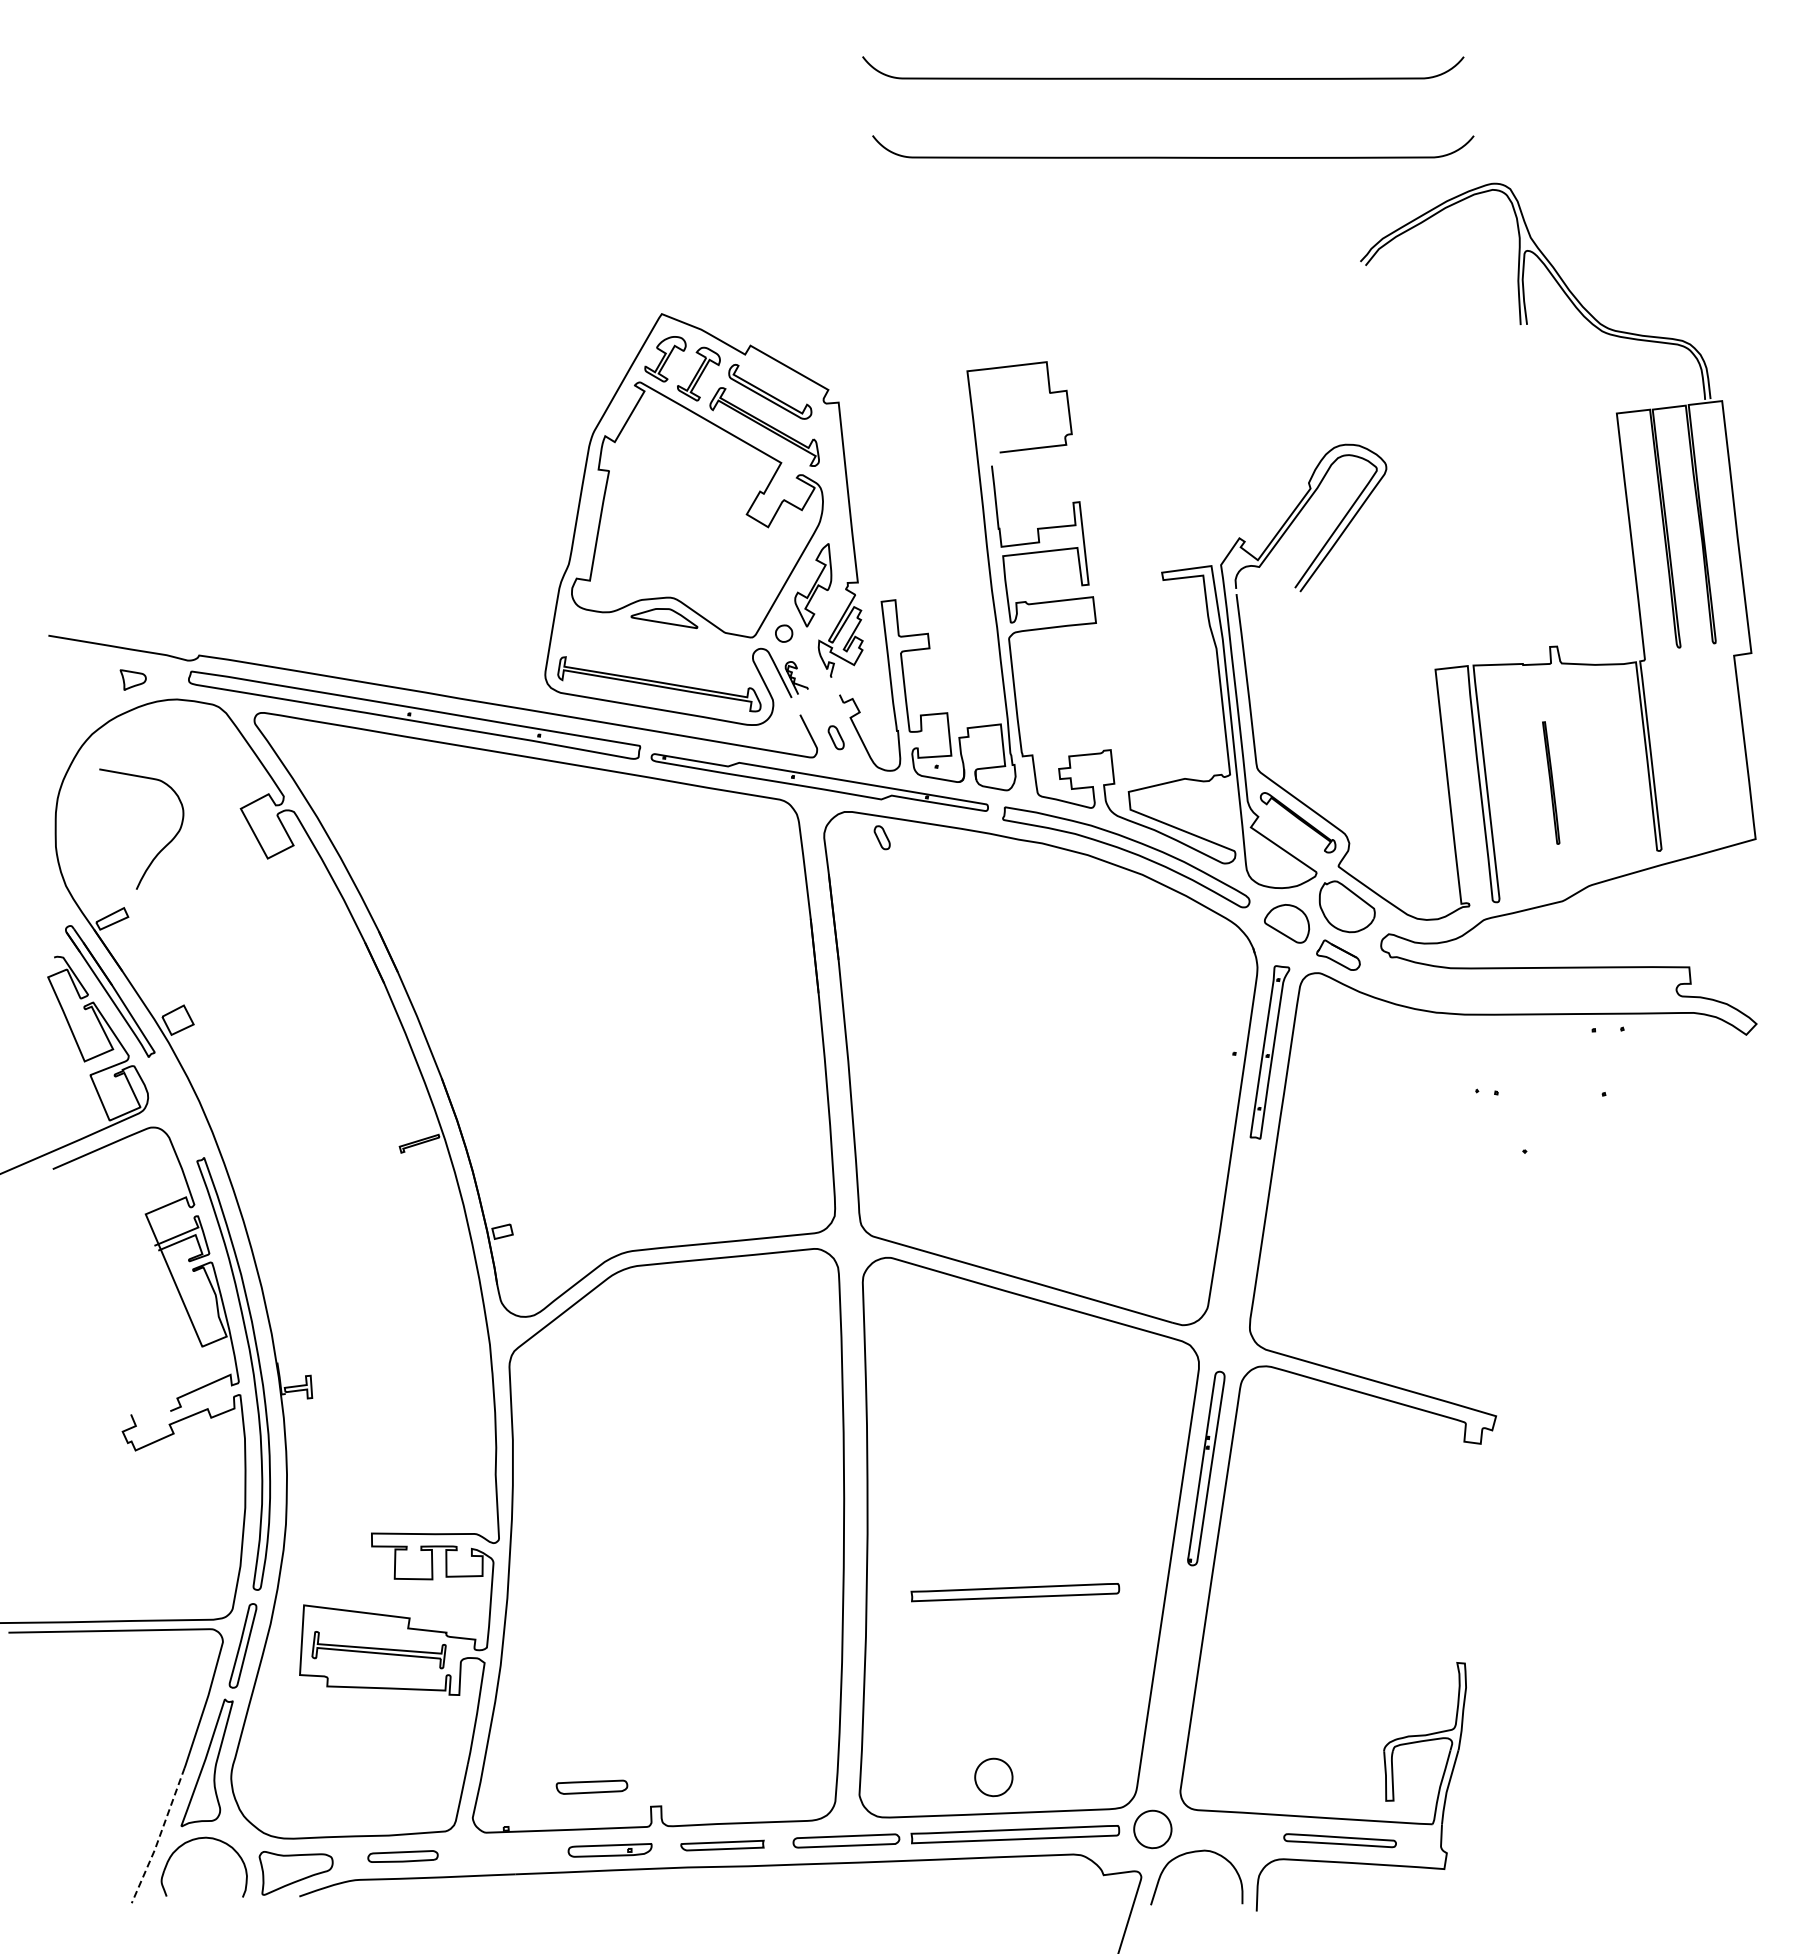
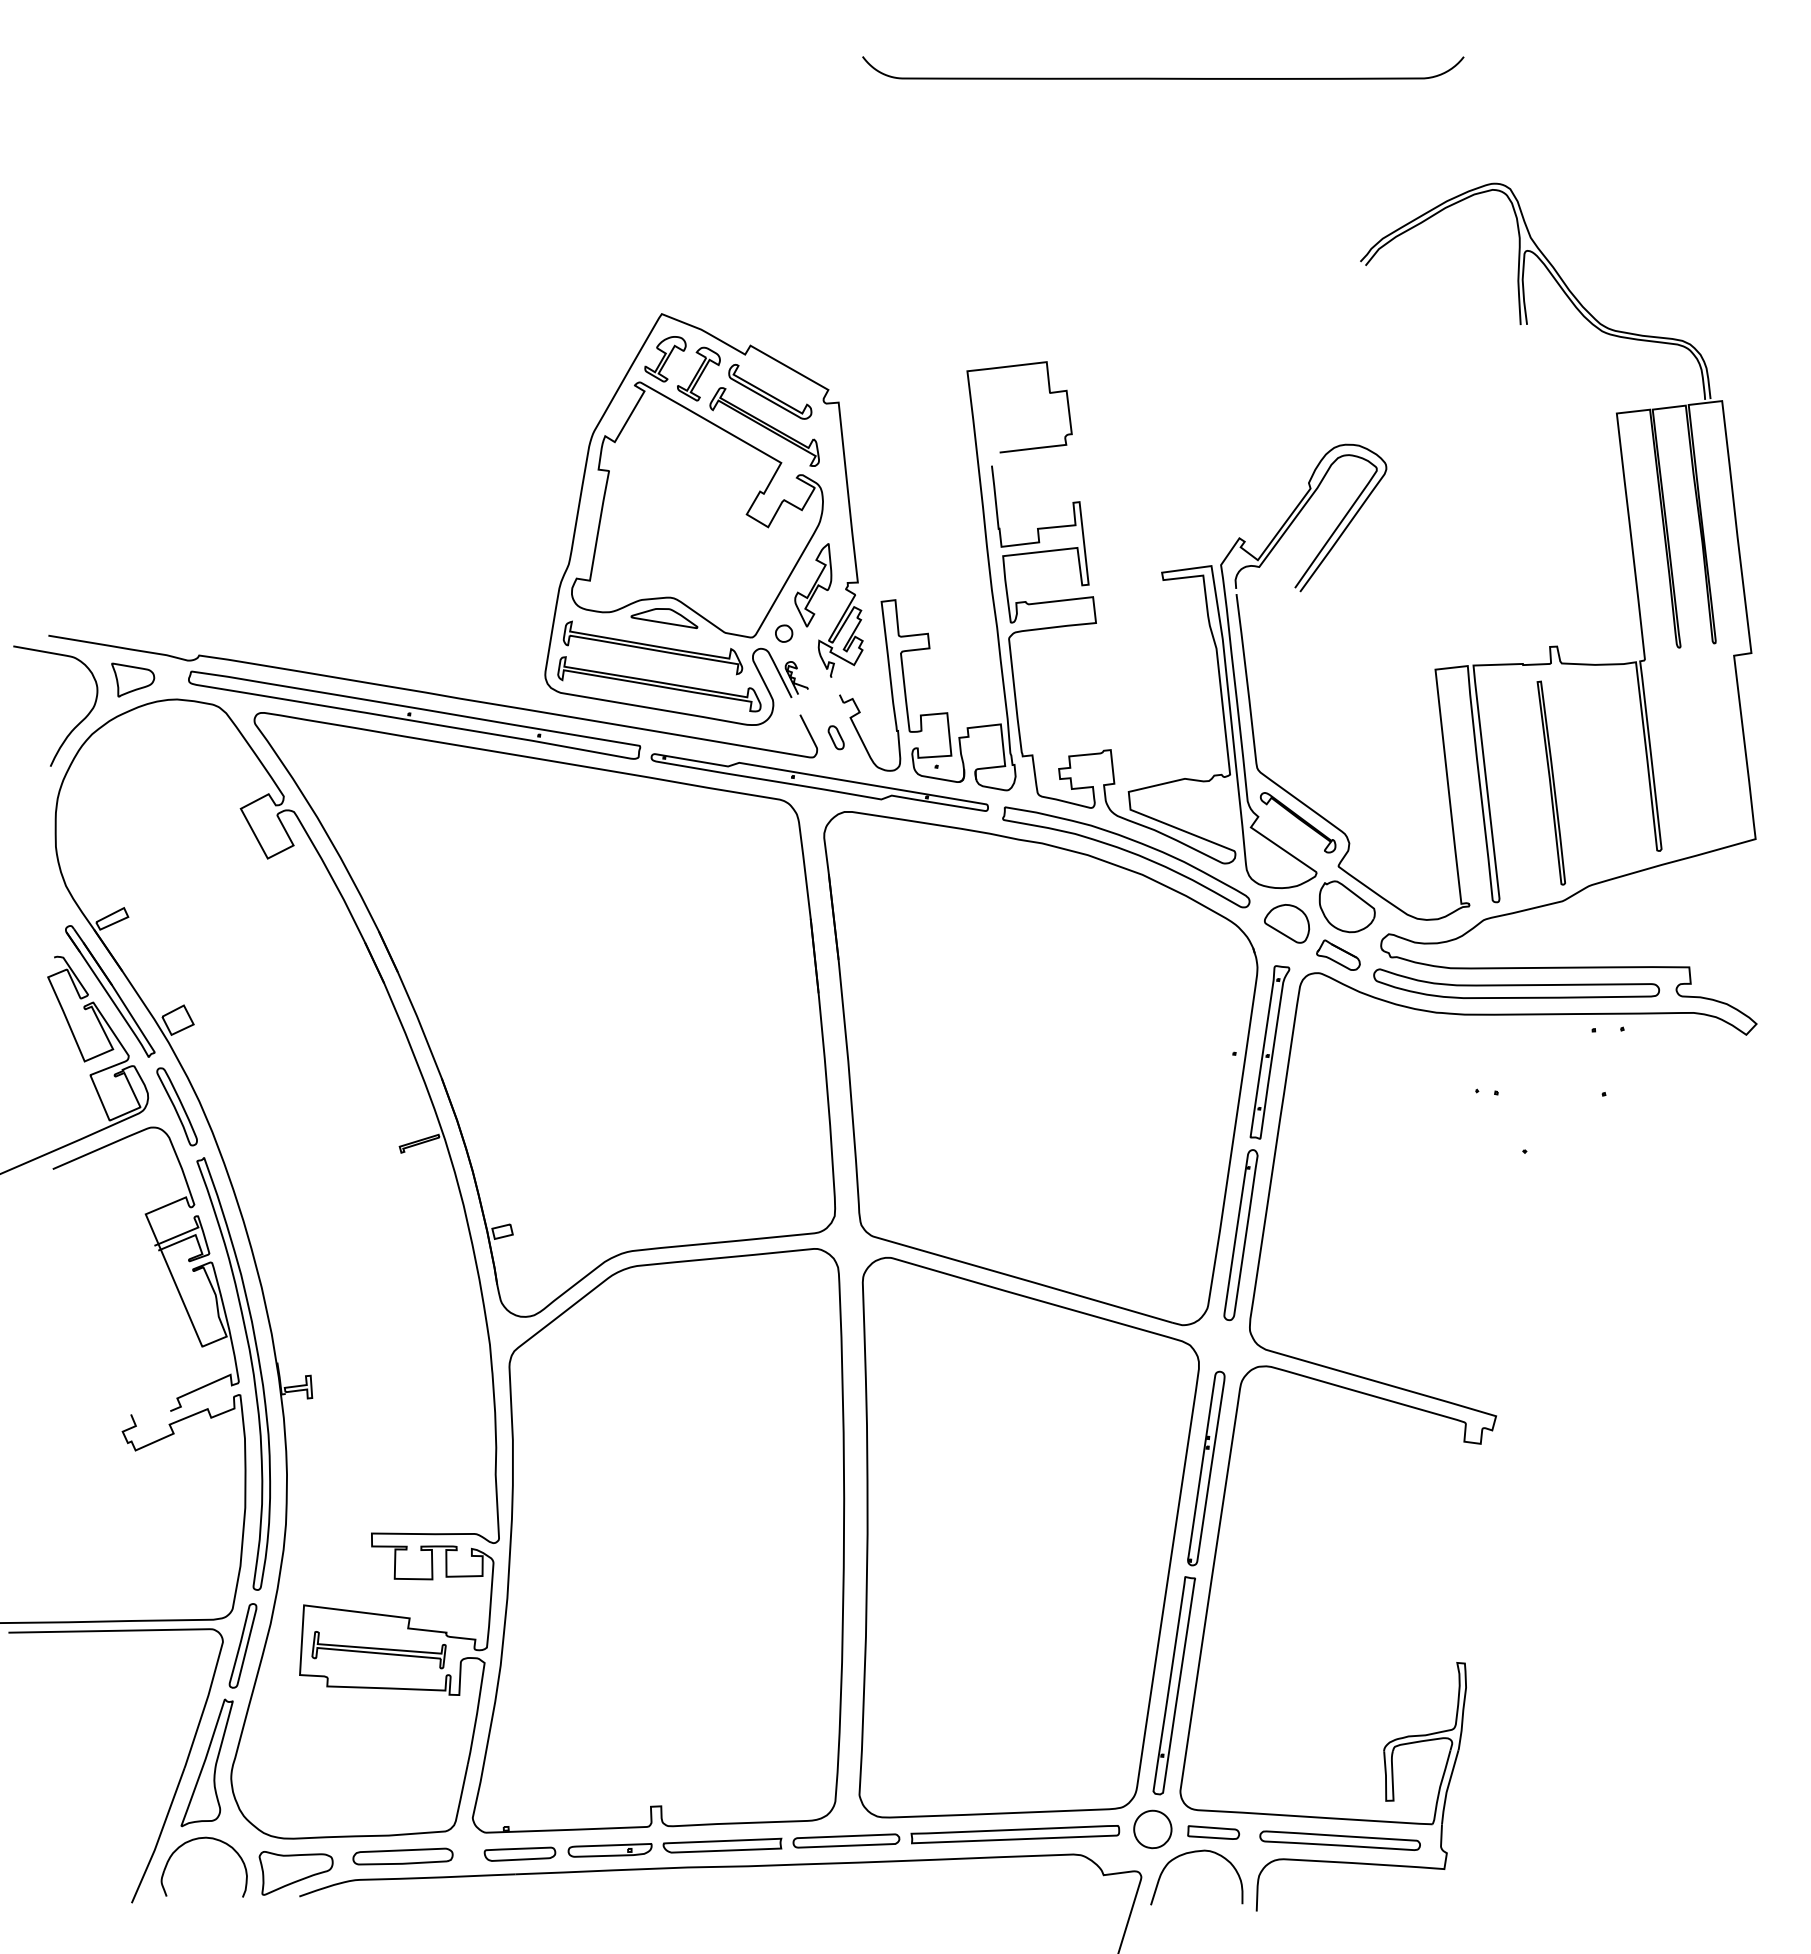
curve at (1173, 156): present -> none
part at (652, 647): none -> present
part at (132, 679) size: 28x22 px -> 45x36 px
part at (1551, 782) size: 19x124 px -> 30x206 px
part at (881, 837): present -> none
curve at (162, 848) position: (162, 848) -> (76, 725)
part at (1516, 983): none -> present
part at (176, 1106): none -> present
part at (1240, 1235): none -> present
part at (1015, 1592): present -> none
part at (1173, 1685): none -> present
part at (993, 1777): present -> none
part at (591, 1786) position: (591, 1786) -> (519, 1853)
part at (1213, 1832): none -> present
line at (159, 1837): dashed -> solid
part at (1339, 1840) size: 114x16 px -> 162x21 px
part at (722, 1845) size: 85x13 px -> 121x17 px
part at (402, 1856) size: 72x13 px -> 102x19 px
